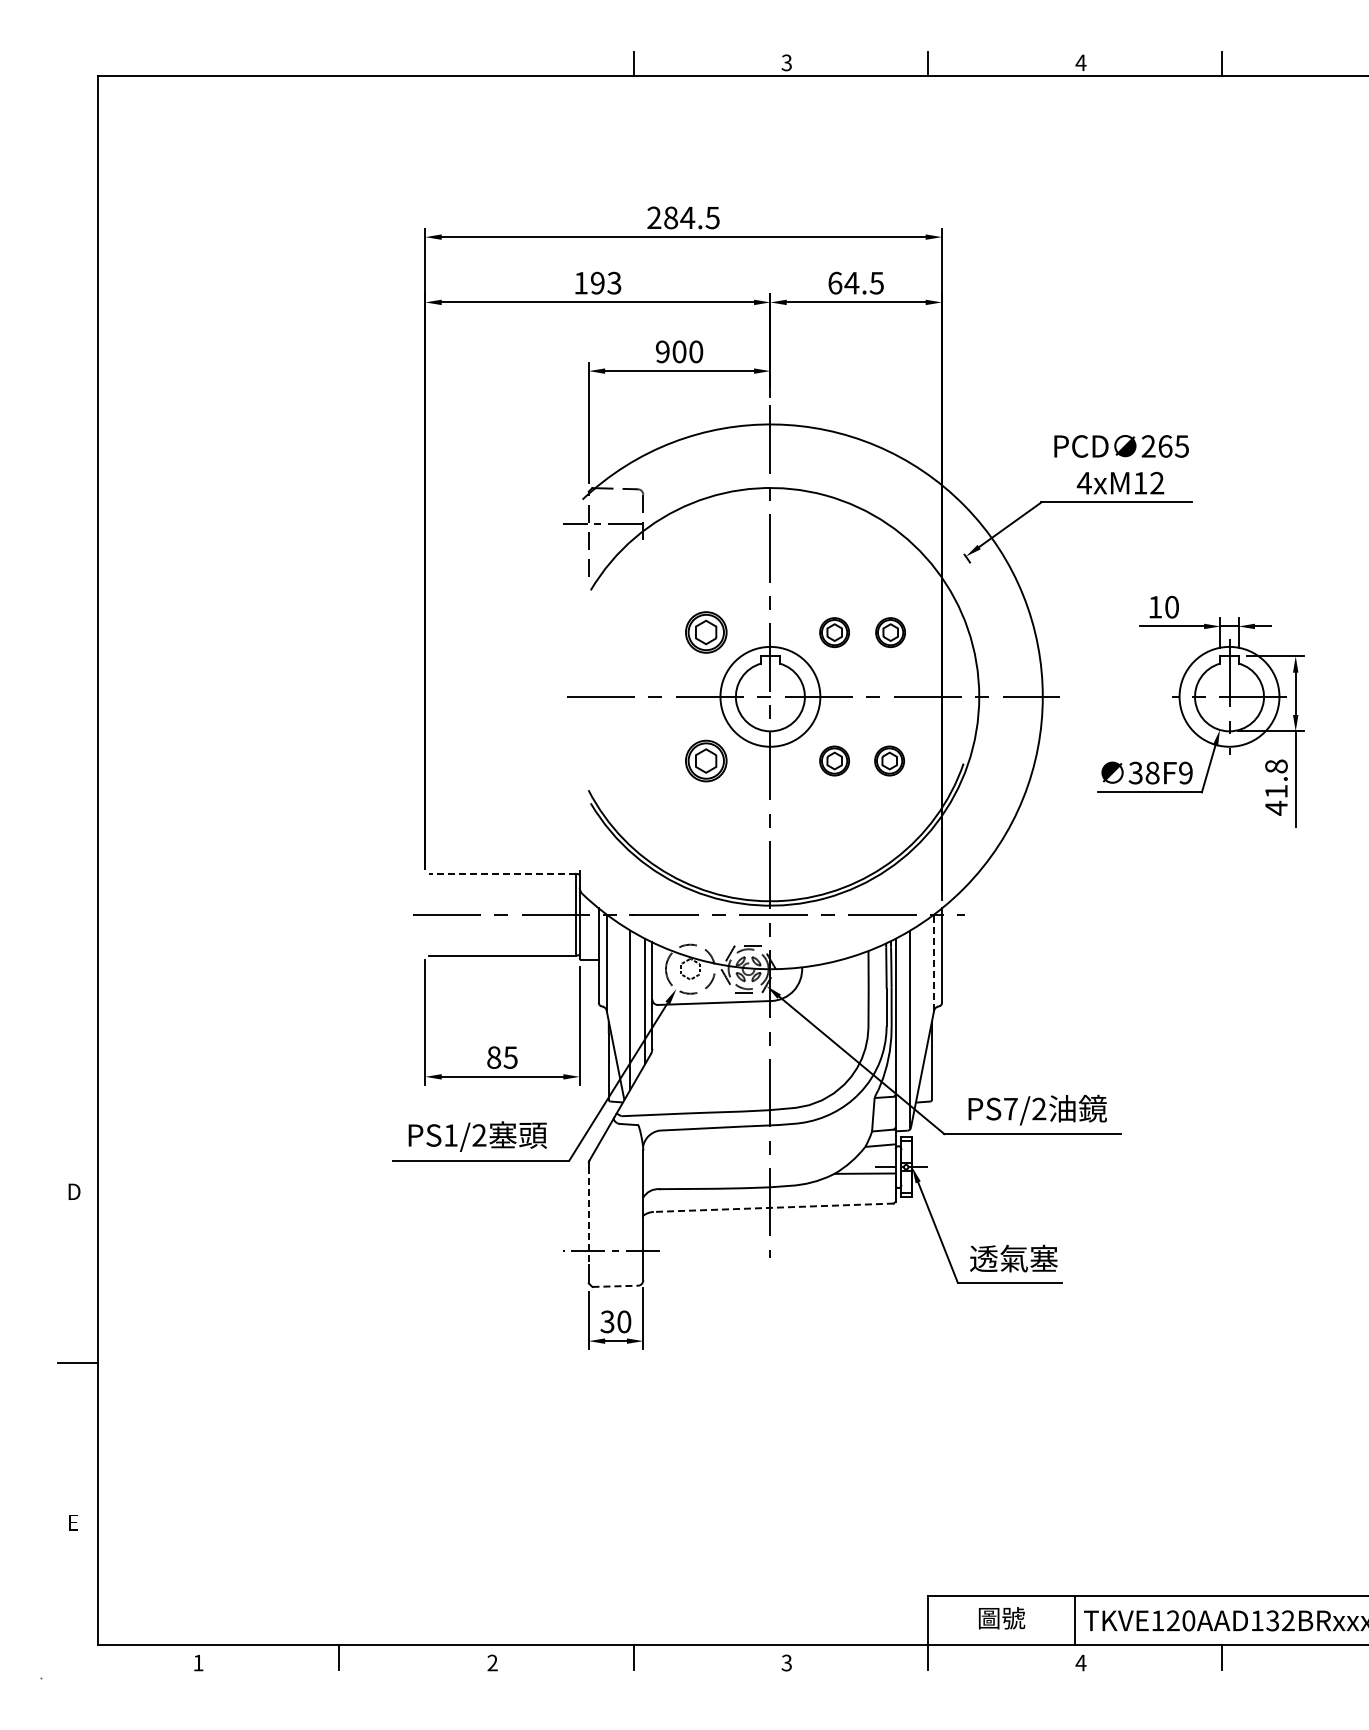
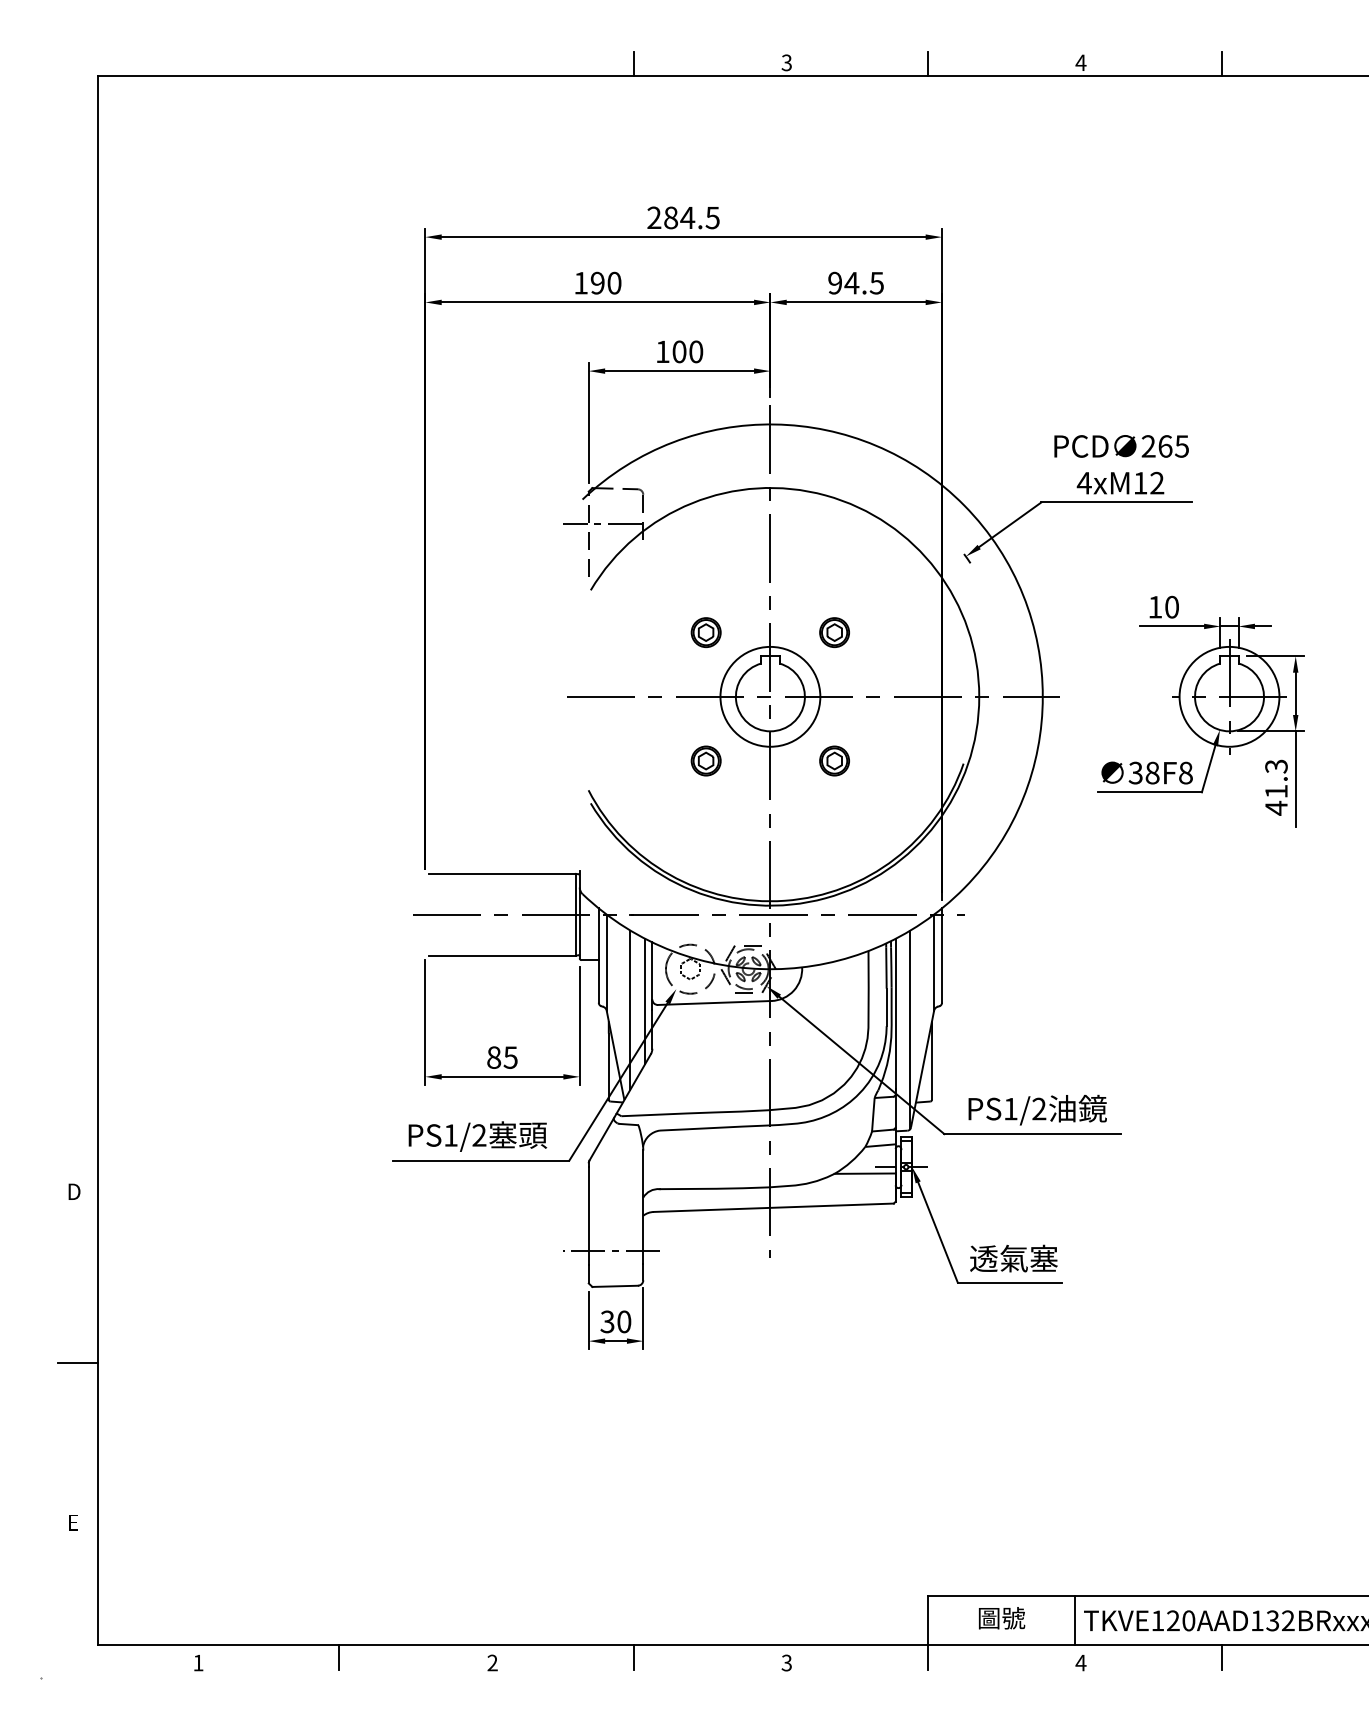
text at (835, 282): 64.5 -> 94.5
text at (614, 283): 193 -> 190
text at (662, 351): 900 -> 100
part at (706, 632) size: 43x43 px -> 32x32 px
part at (890, 632): present -> none
part at (706, 760) size: 43x44 px -> 32x32 px
part at (889, 760): present -> none
text at (1276, 766): 41.8 -> 41.3
text at (1185, 772): 38F9 -> 38F8
line at (502, 873): dashed -> solid
line at (934, 962): dashed -> solid
text at (1010, 1109): PS7/2 -> PS1/2
line at (773, 1207): dashed -> solid
line at (588, 1216): dashed -> solid
line at (615, 1286): dashed -> solid
